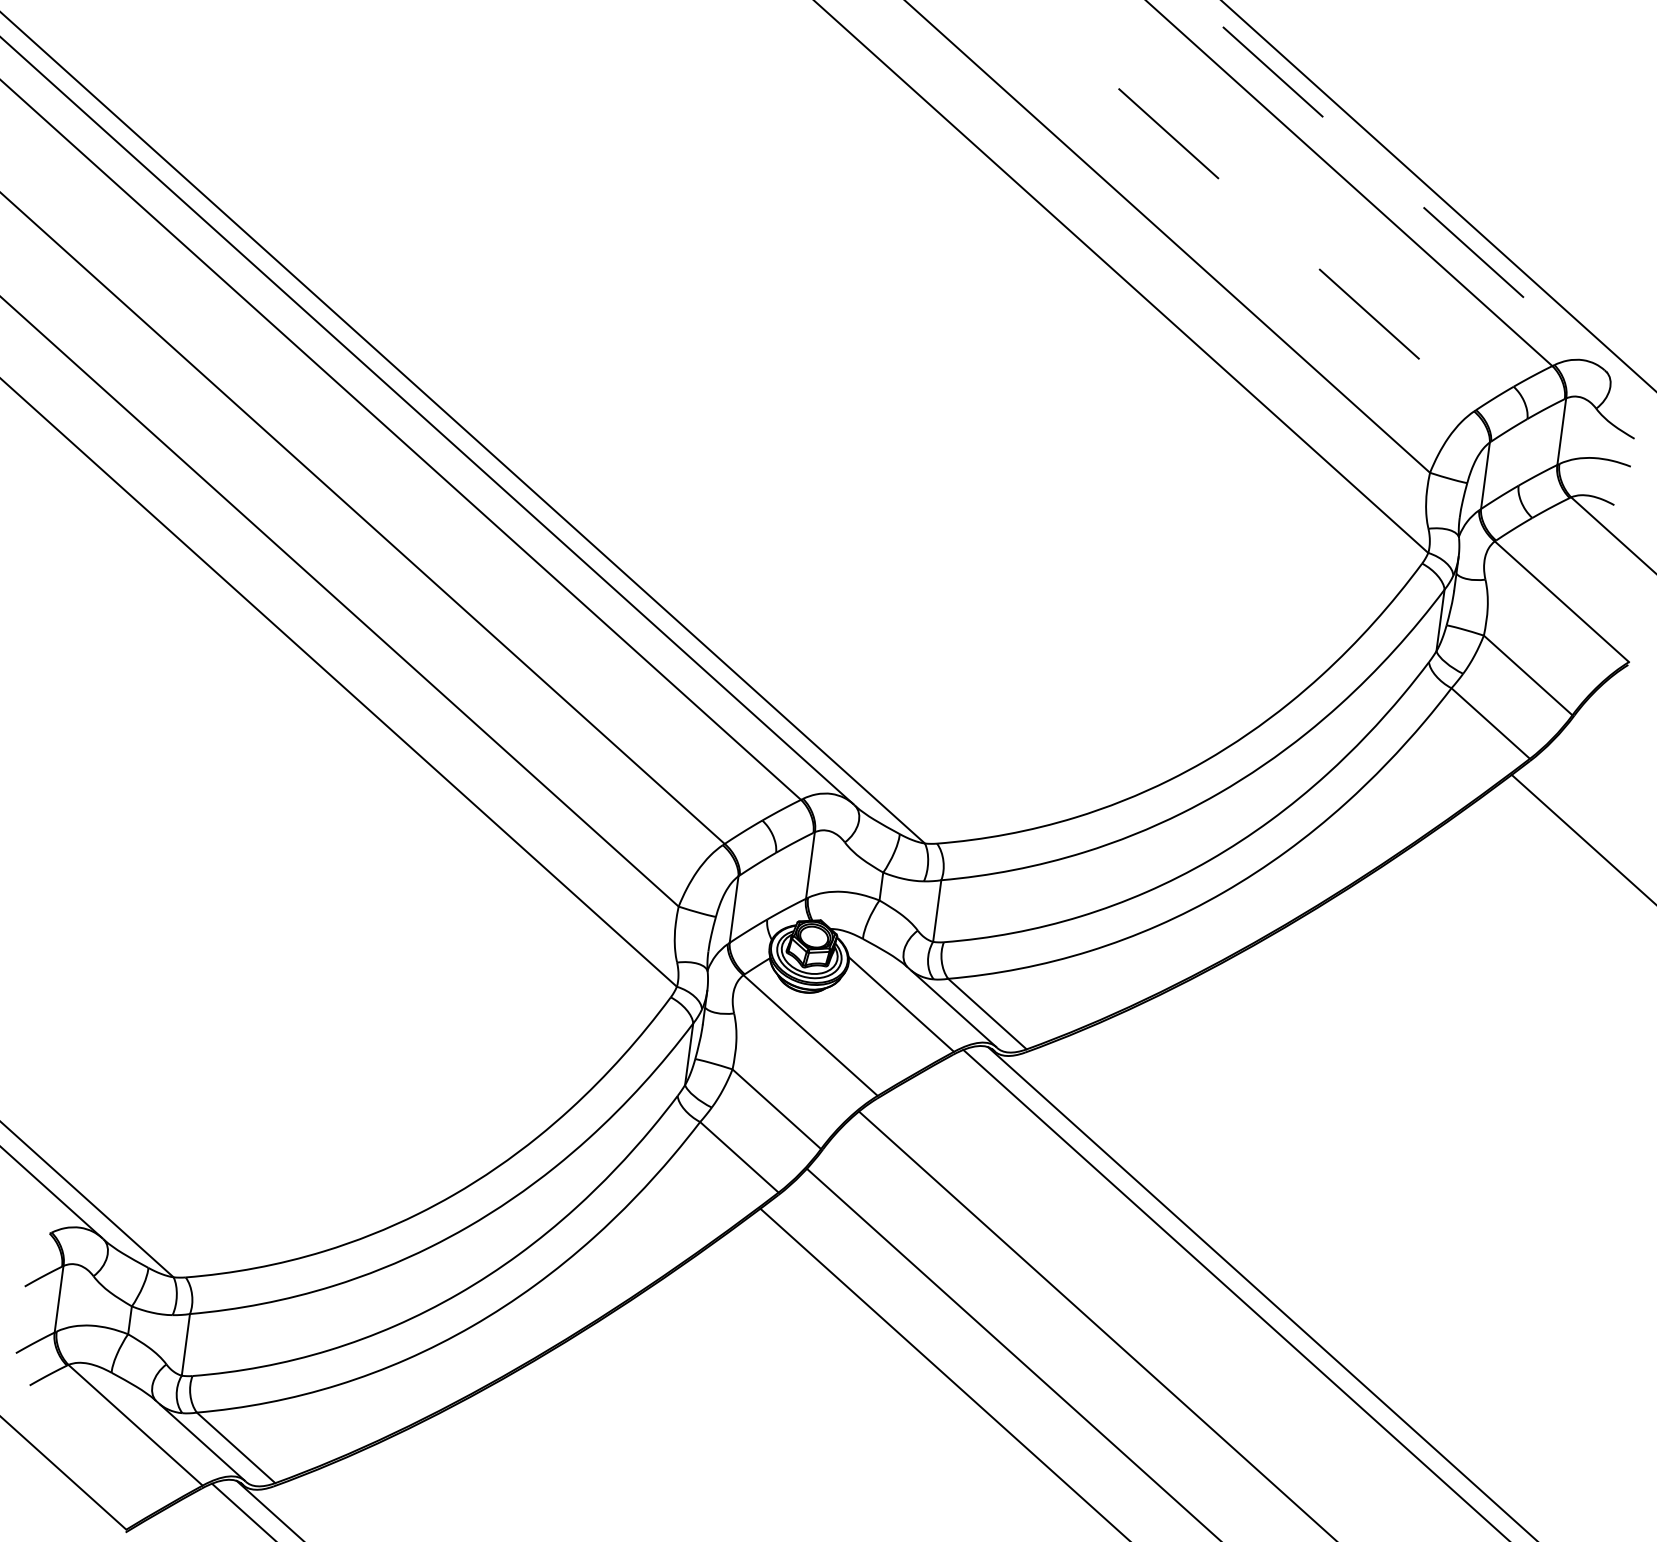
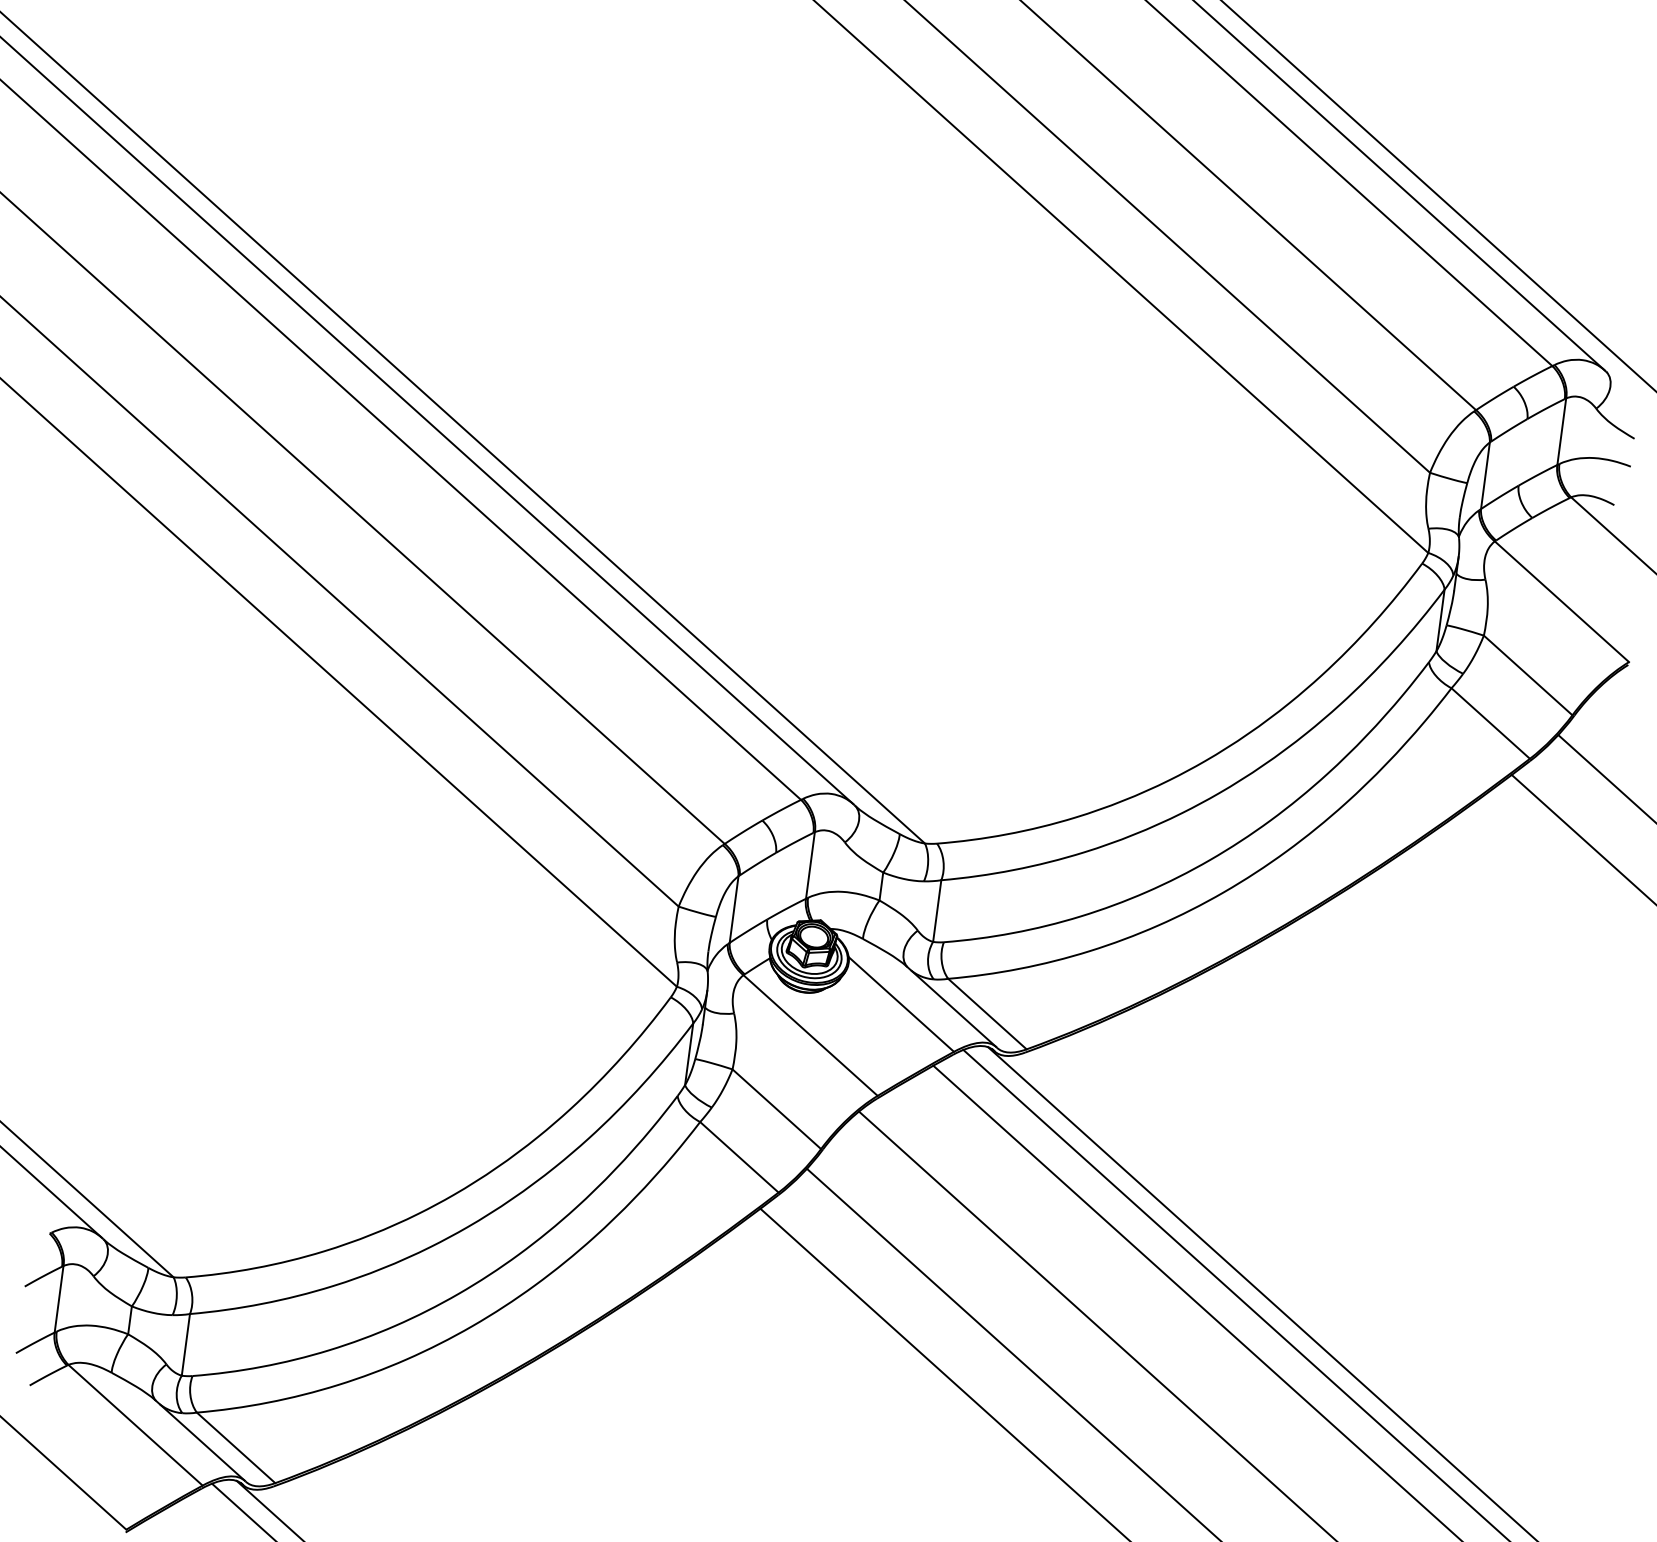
line at (1399, 185): dashed -> solid
line at (1248, 205): dashed -> solid
line at (1605, 777): none -> present
line at (1196, 1301): none -> present
